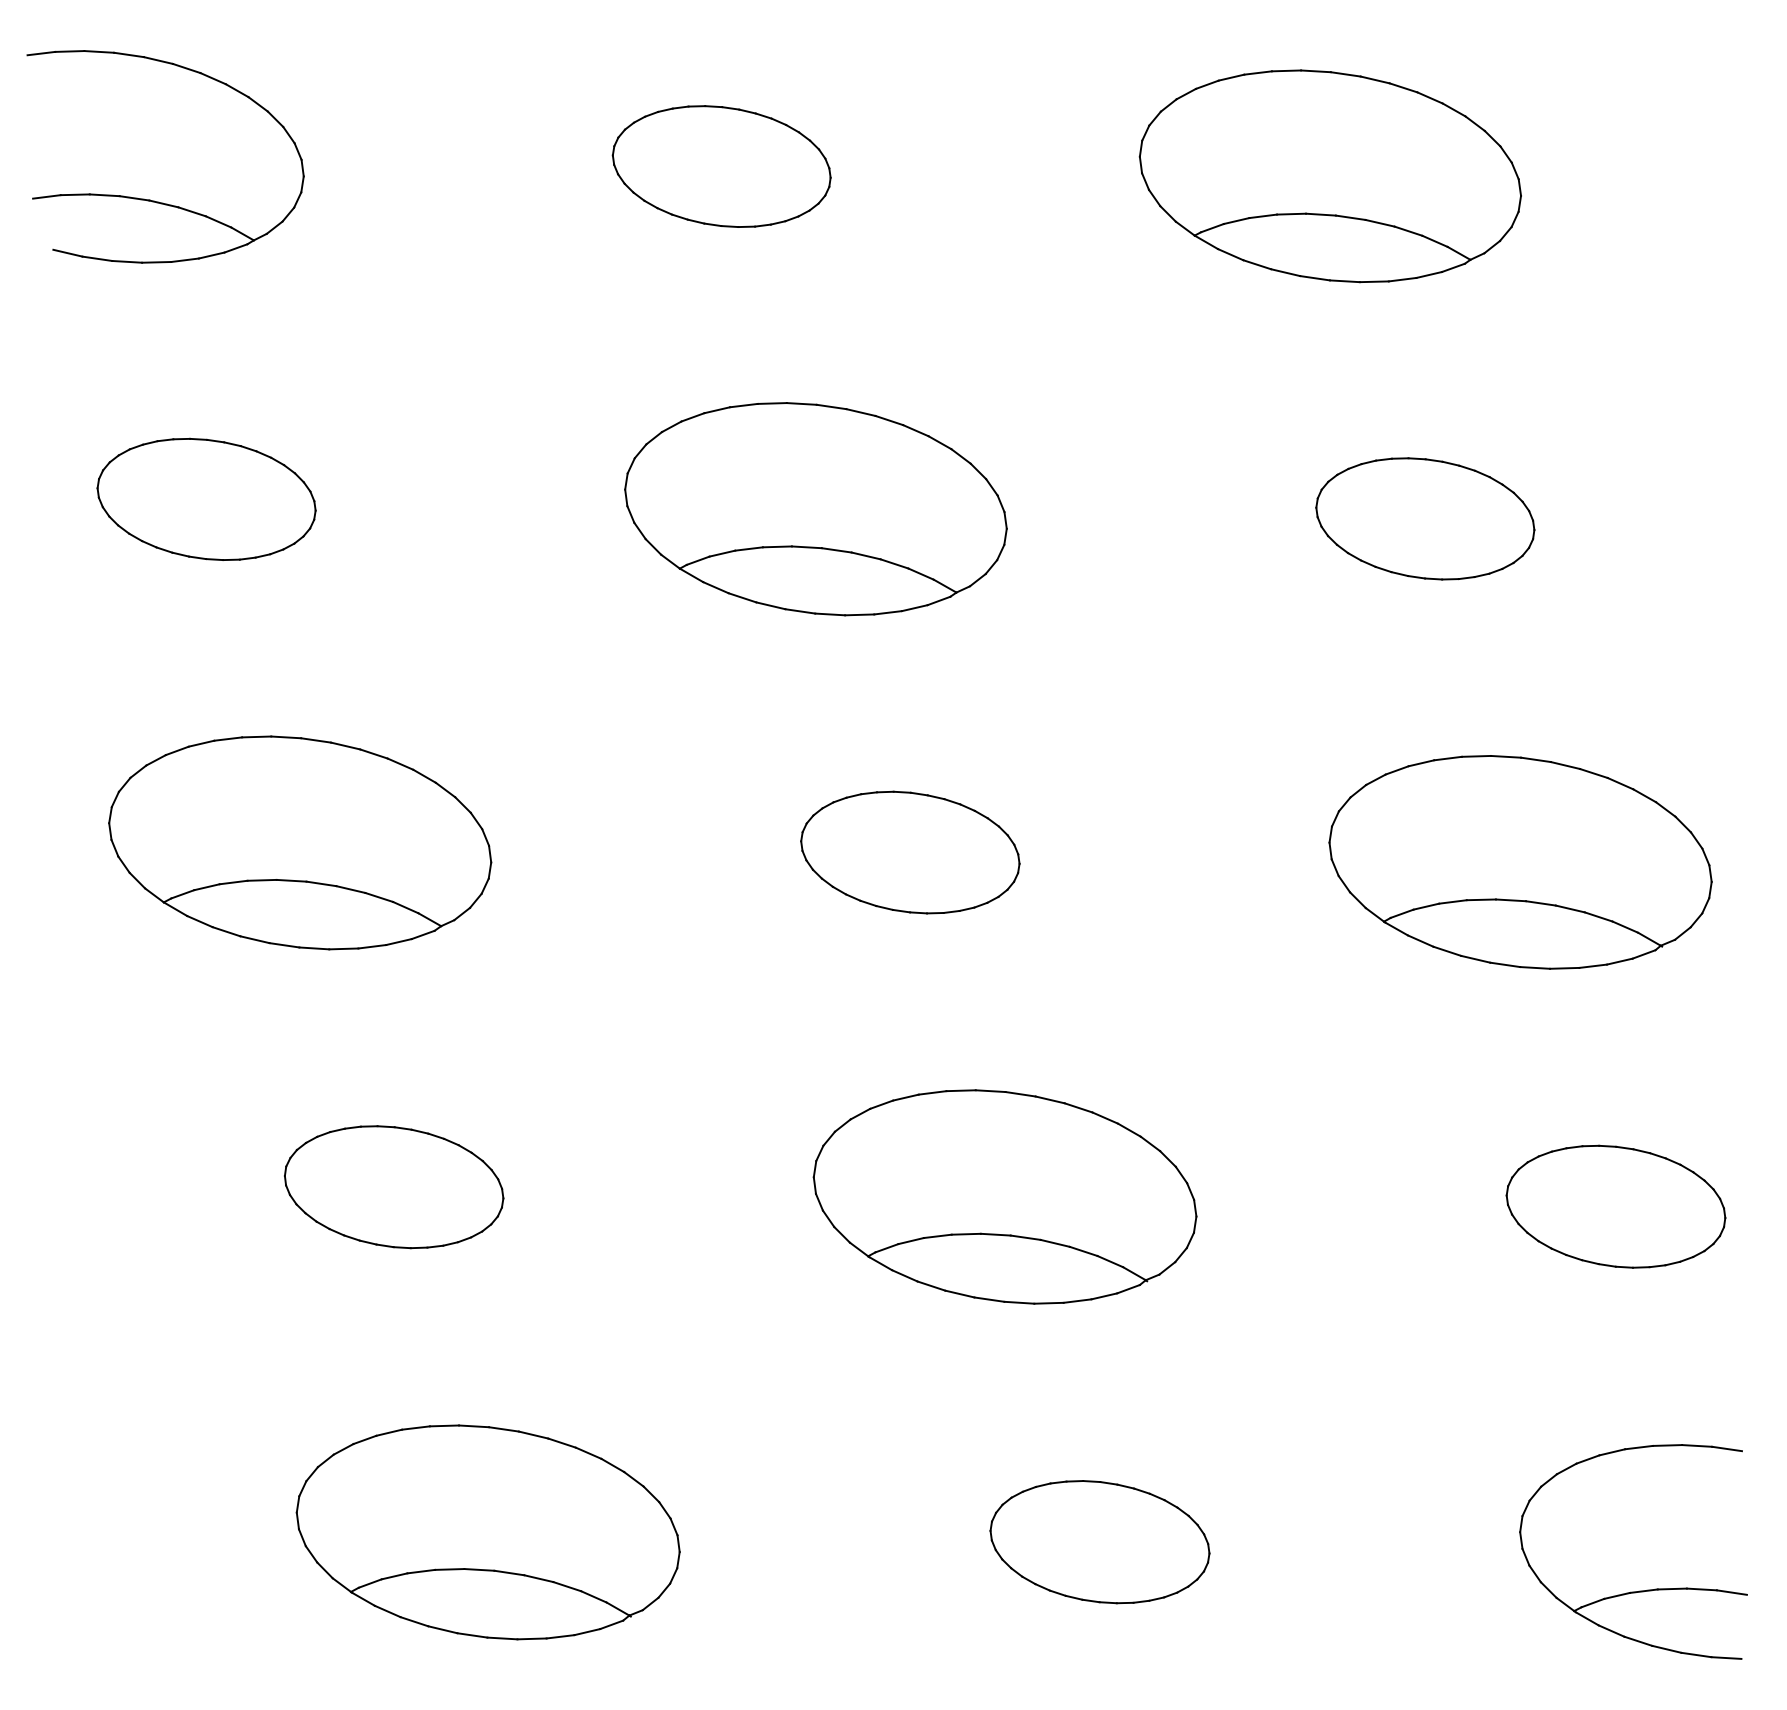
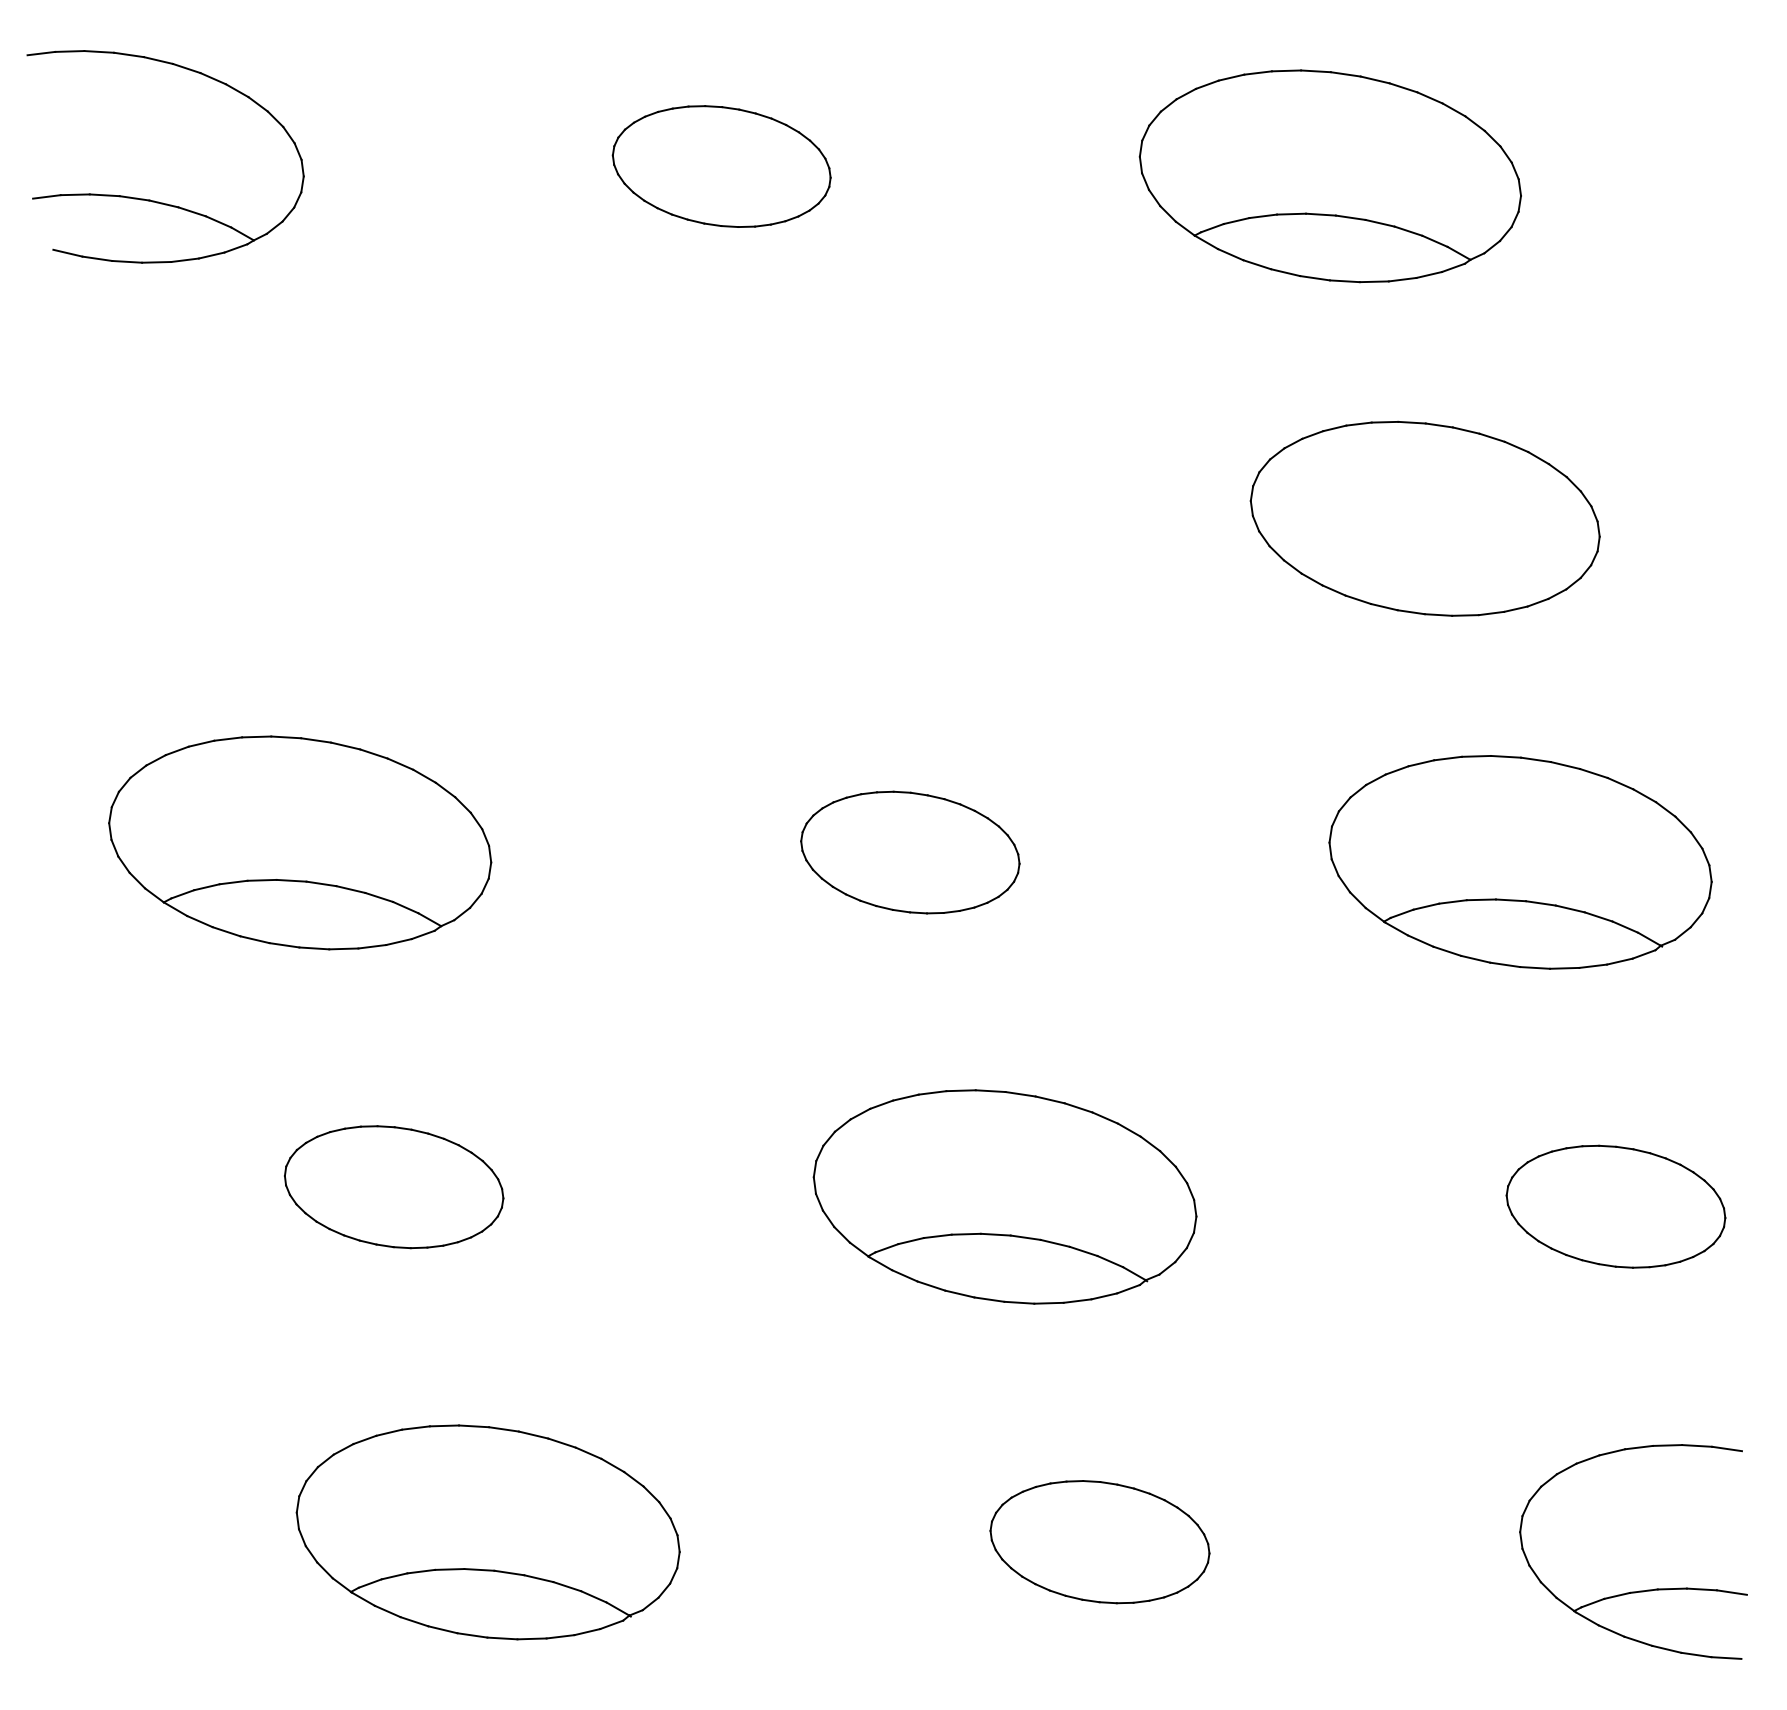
part at (206, 498): present -> none
part at (815, 509): present -> none
part at (1425, 518) size: 221x124 px -> 352x197 px
